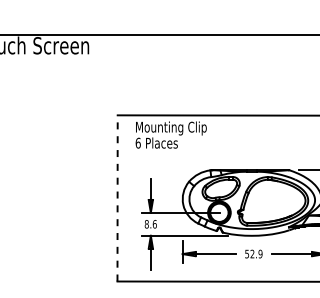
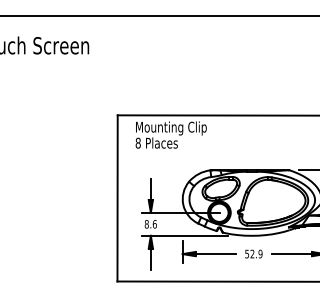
line at (159, 34) position: (159, 34) -> (159, 15)
text at (137, 142): 6 -> 8
line at (117, 197): dashed -> solid
